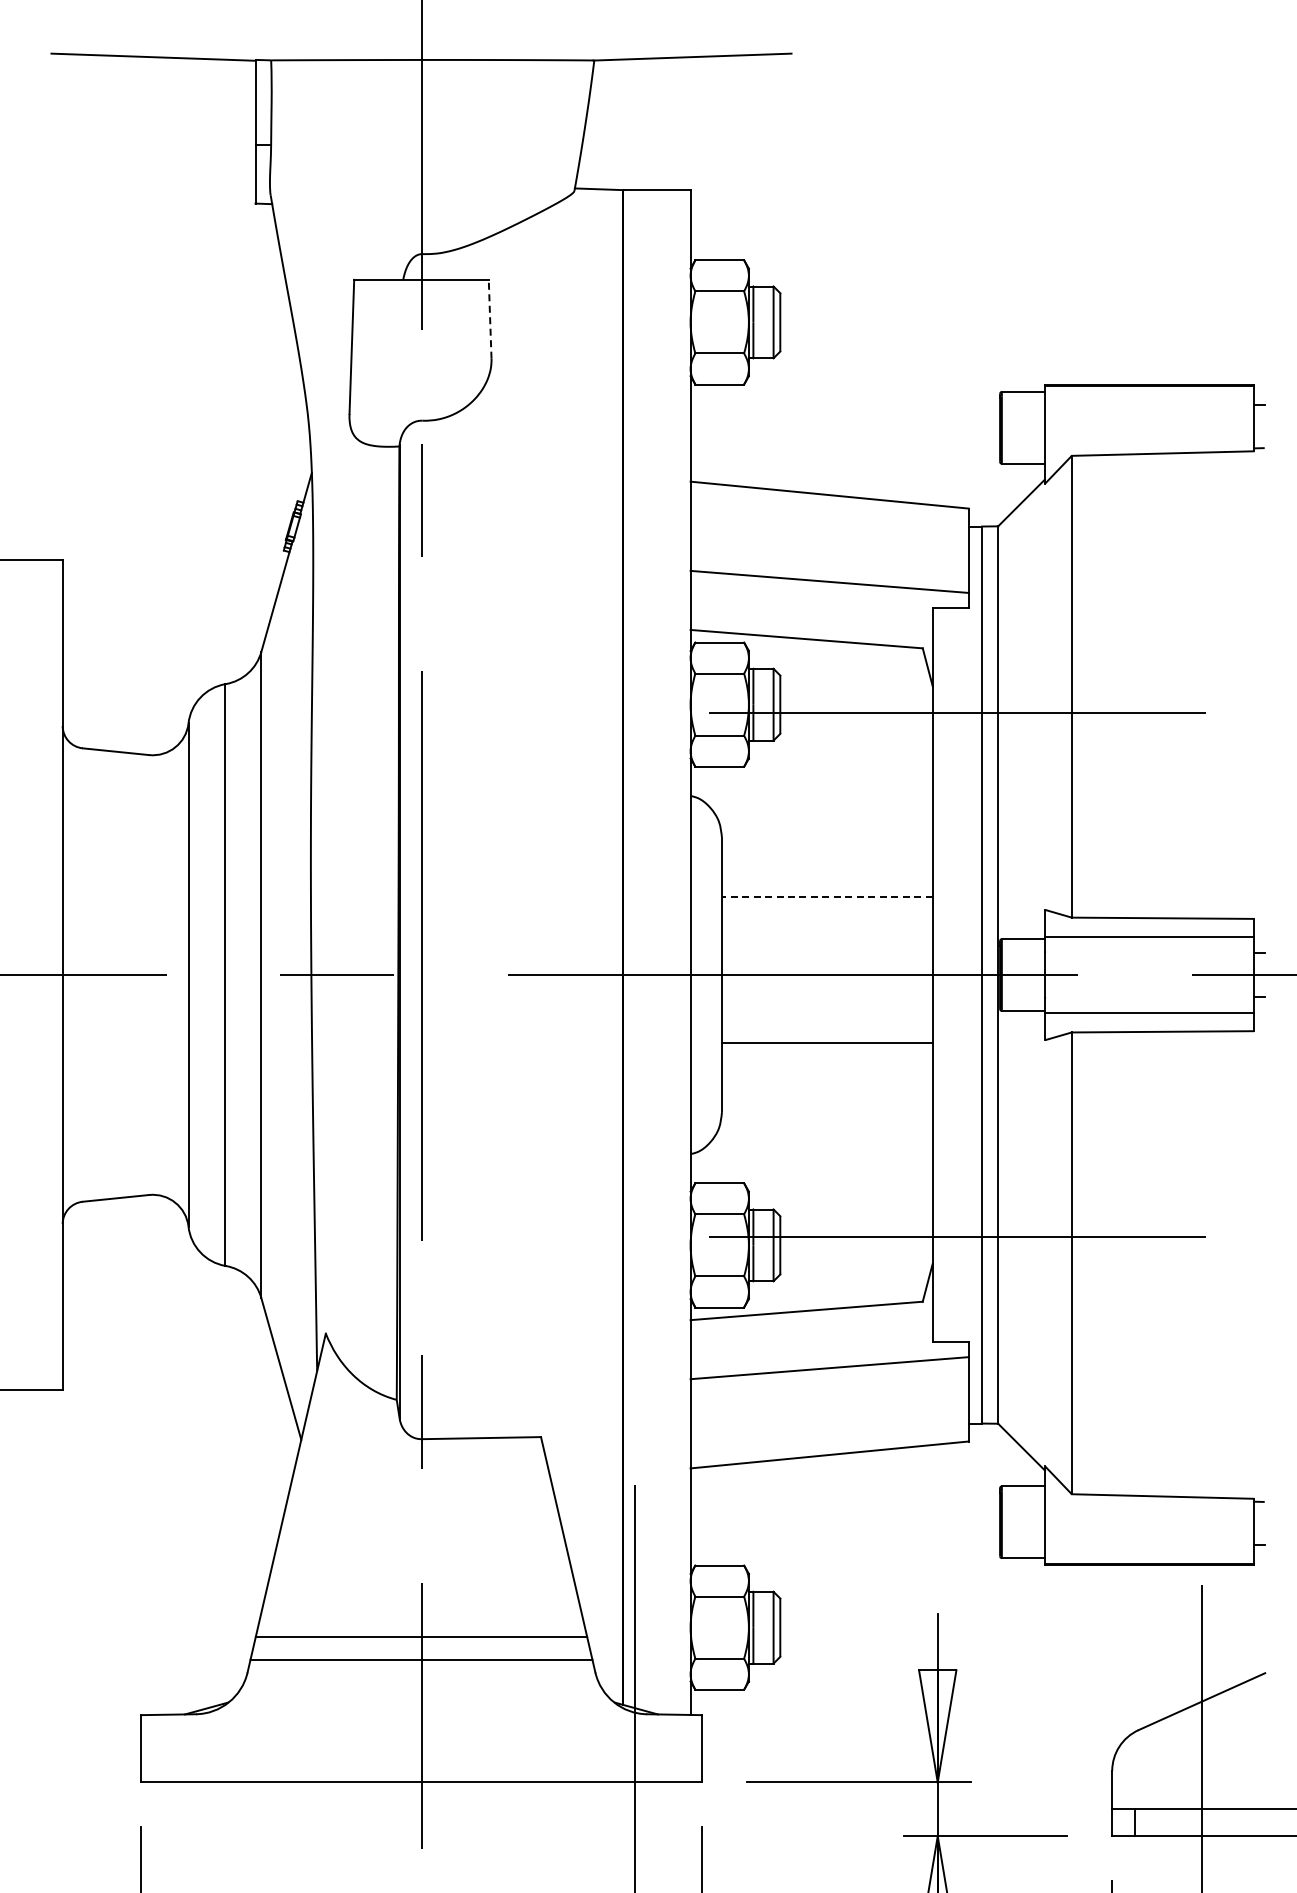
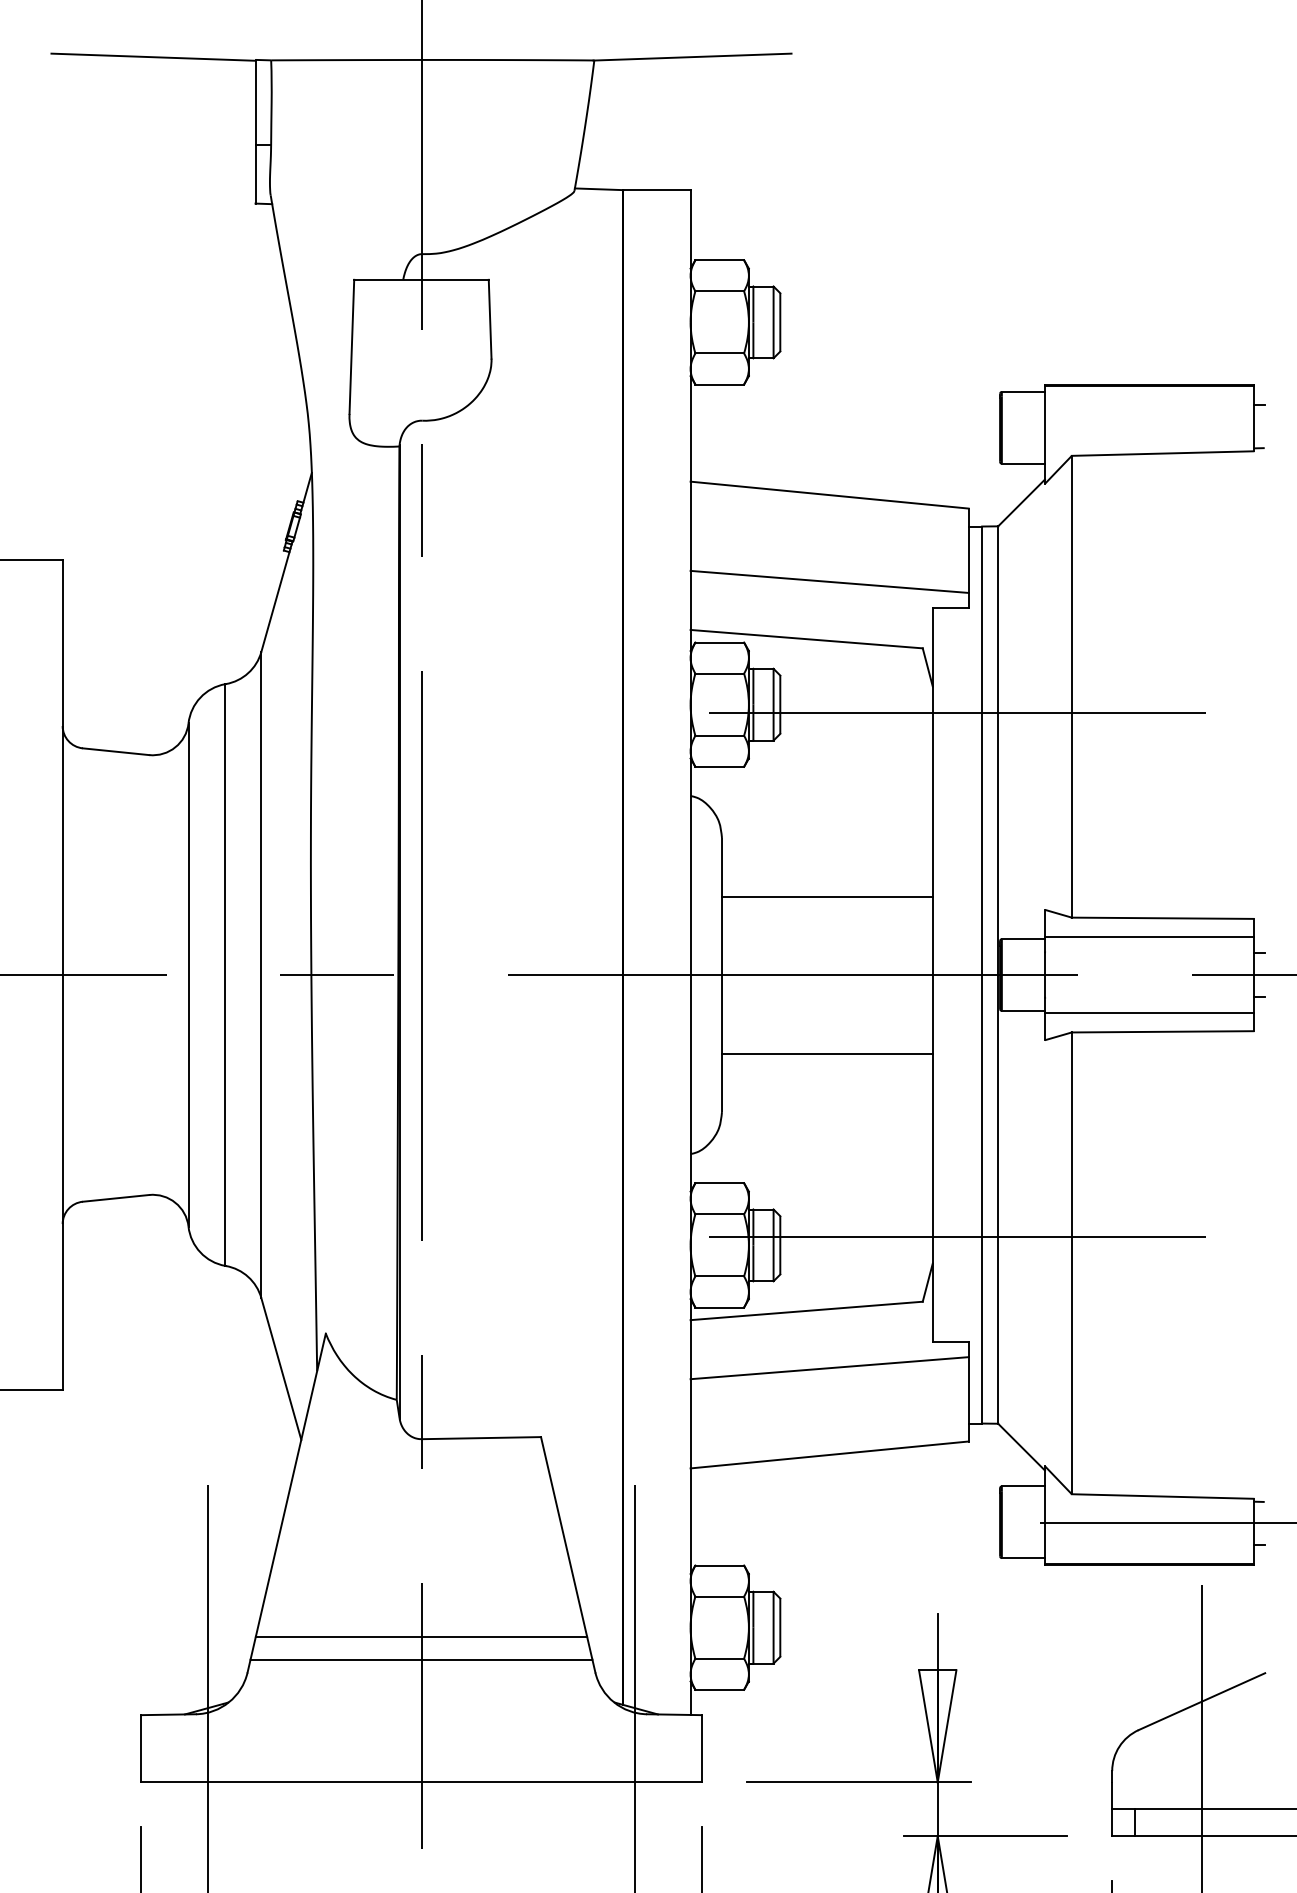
line at (490, 318): dashed -> solid
line at (826, 896): dashed -> solid
line at (827, 1042) position: (827, 1042) -> (827, 1053)
line at (1166, 1522): none -> present
line at (208, 1686): none -> present
